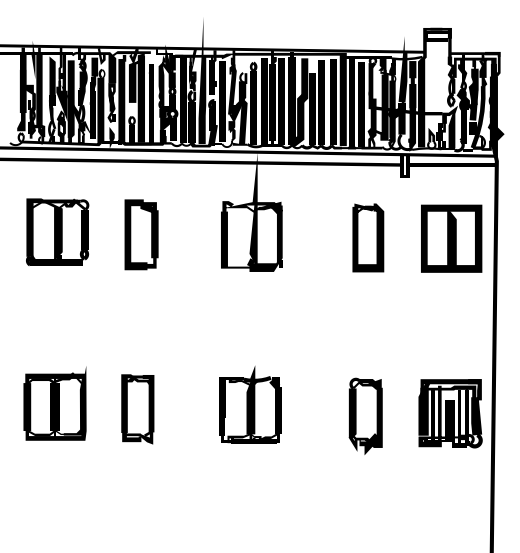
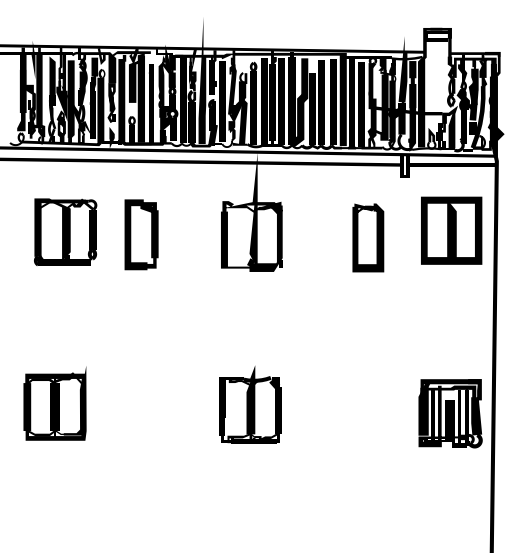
part at (57, 231) position: (57, 231) -> (65, 231)
part at (451, 238) position: (451, 238) -> (451, 230)
part at (137, 409): present -> none
part at (365, 415): present -> none
